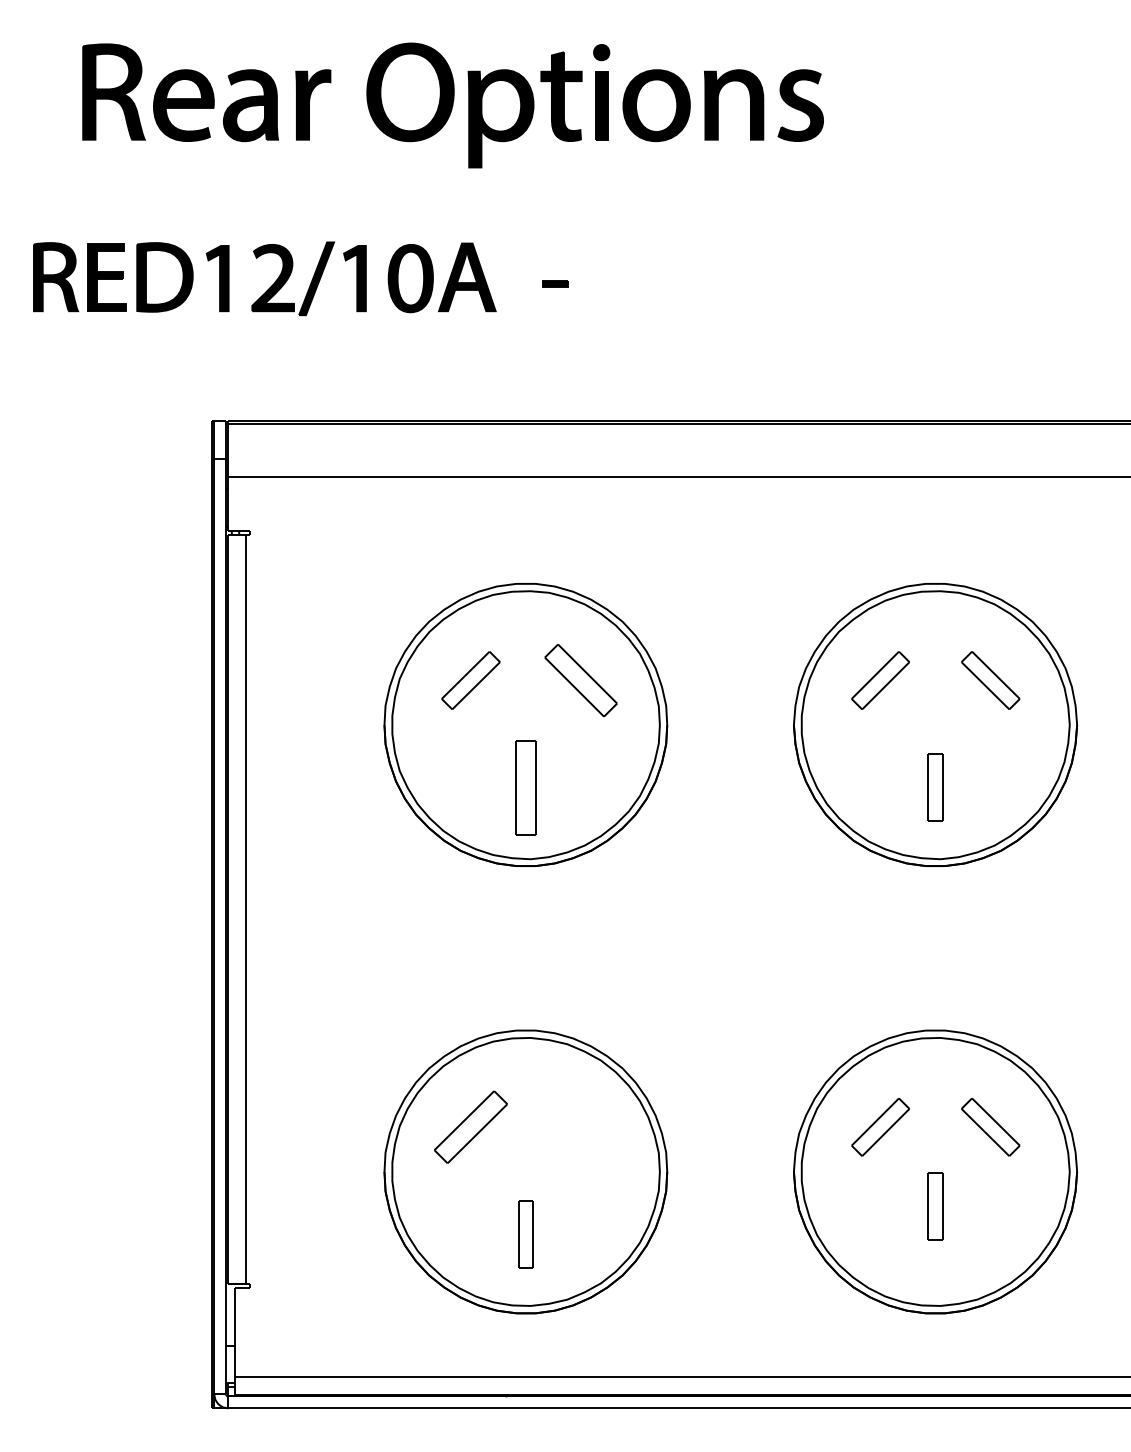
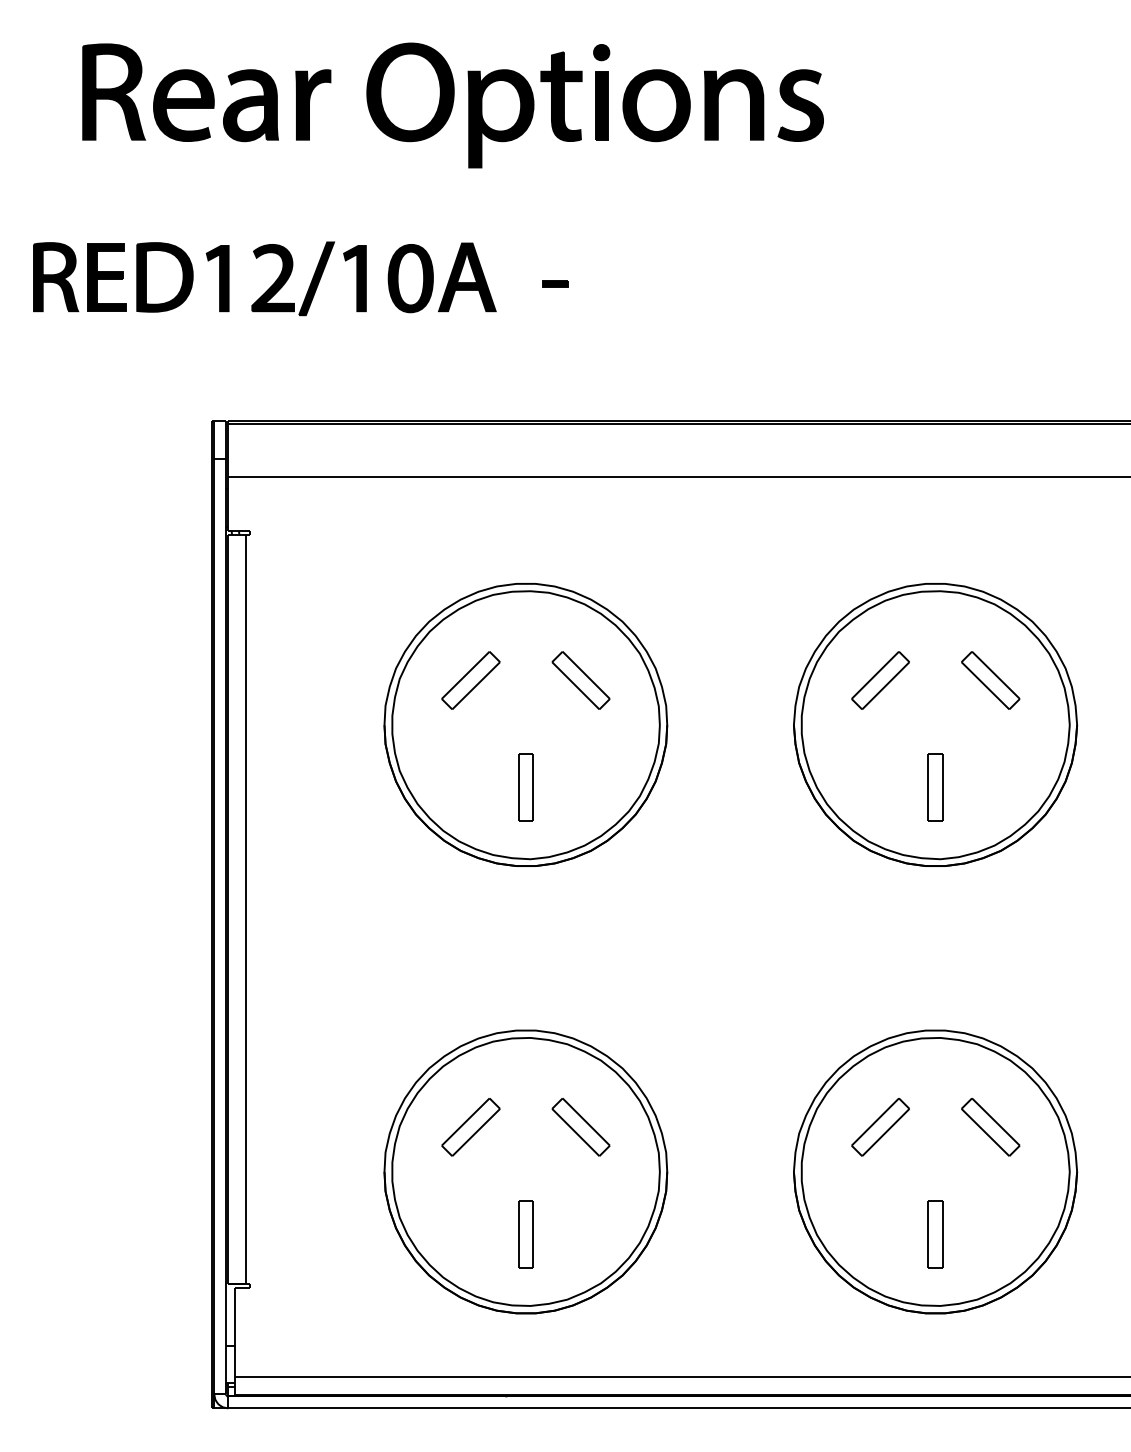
part at (580, 680) size: 74x74 px -> 60x59 px
part at (525, 787) size: 22x96 px -> 16x69 px
part at (470, 1126) size: 74x74 px -> 60x59 px
part at (580, 1127): none -> present
part at (935, 1206) position: (935, 1206) -> (935, 1234)
